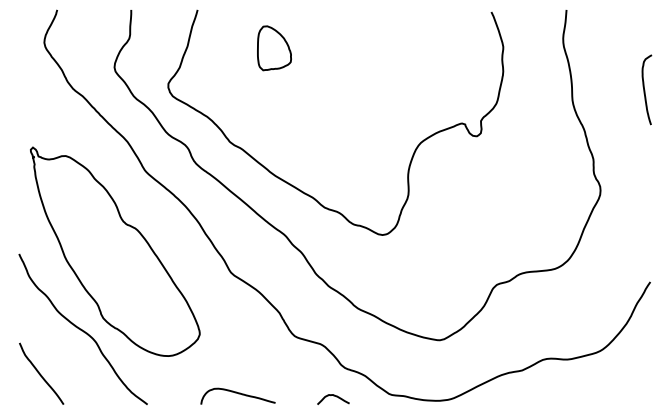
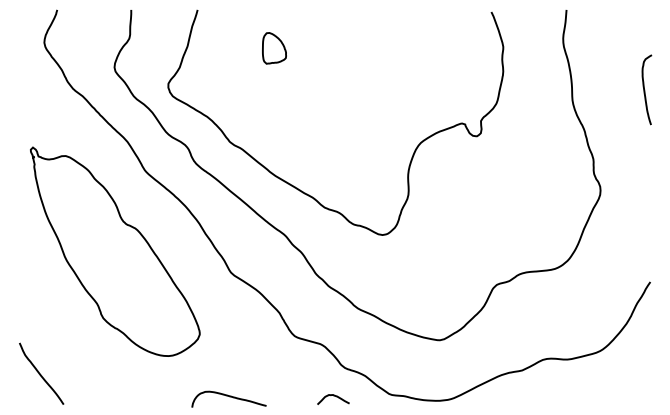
part at (274, 48) size: 35x47 px -> 25x33 px
curve at (81, 328): present -> none
curve at (238, 394) position: (238, 394) -> (229, 397)
